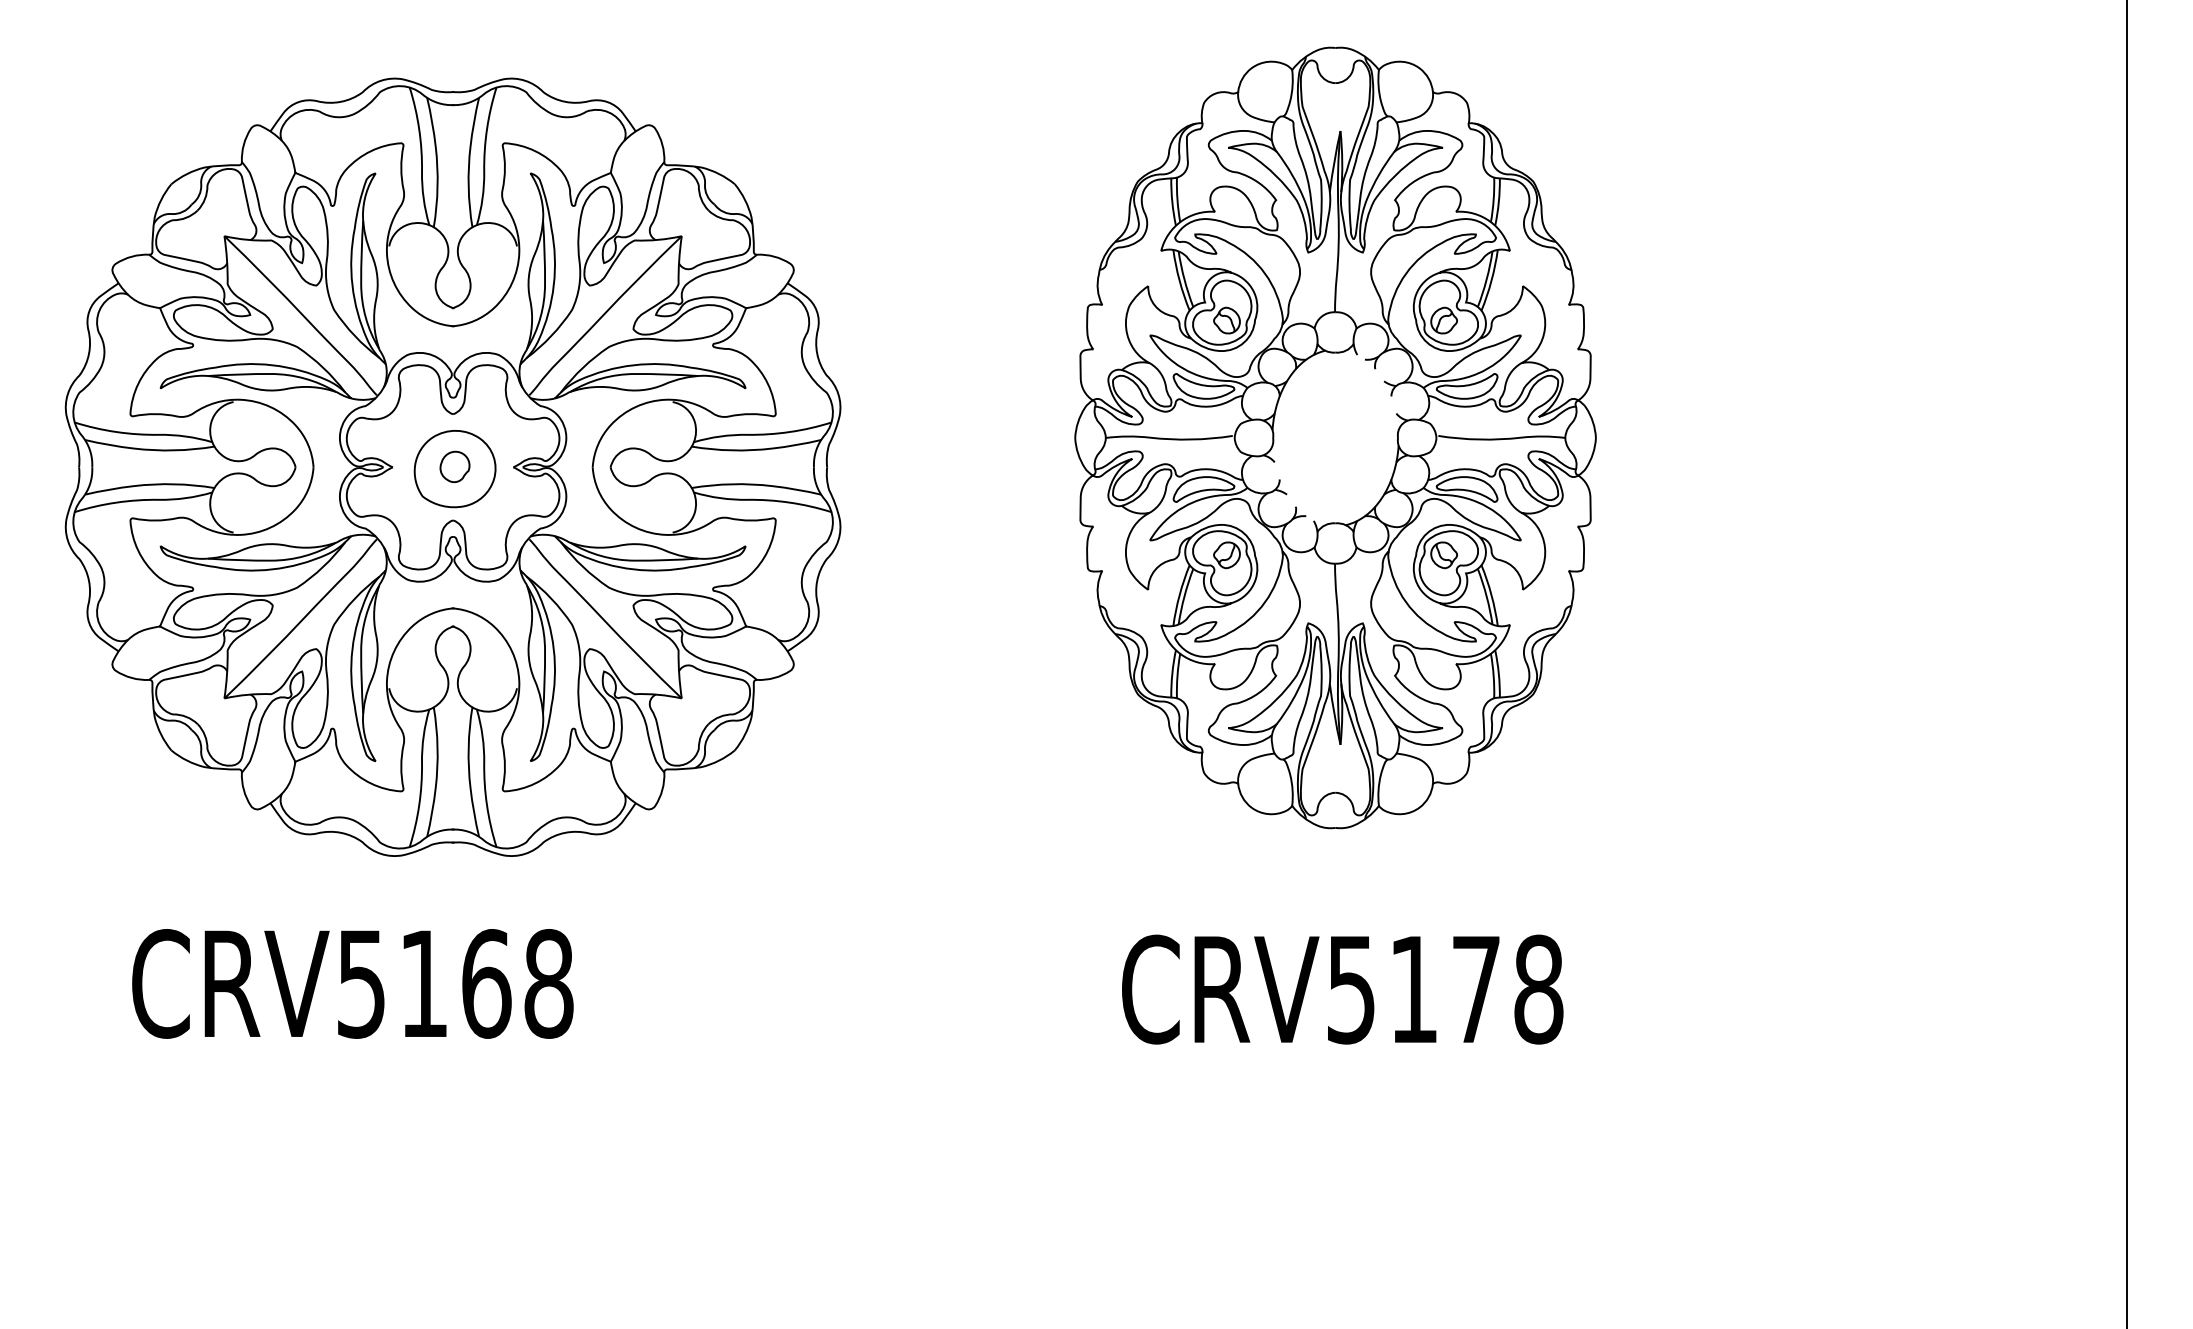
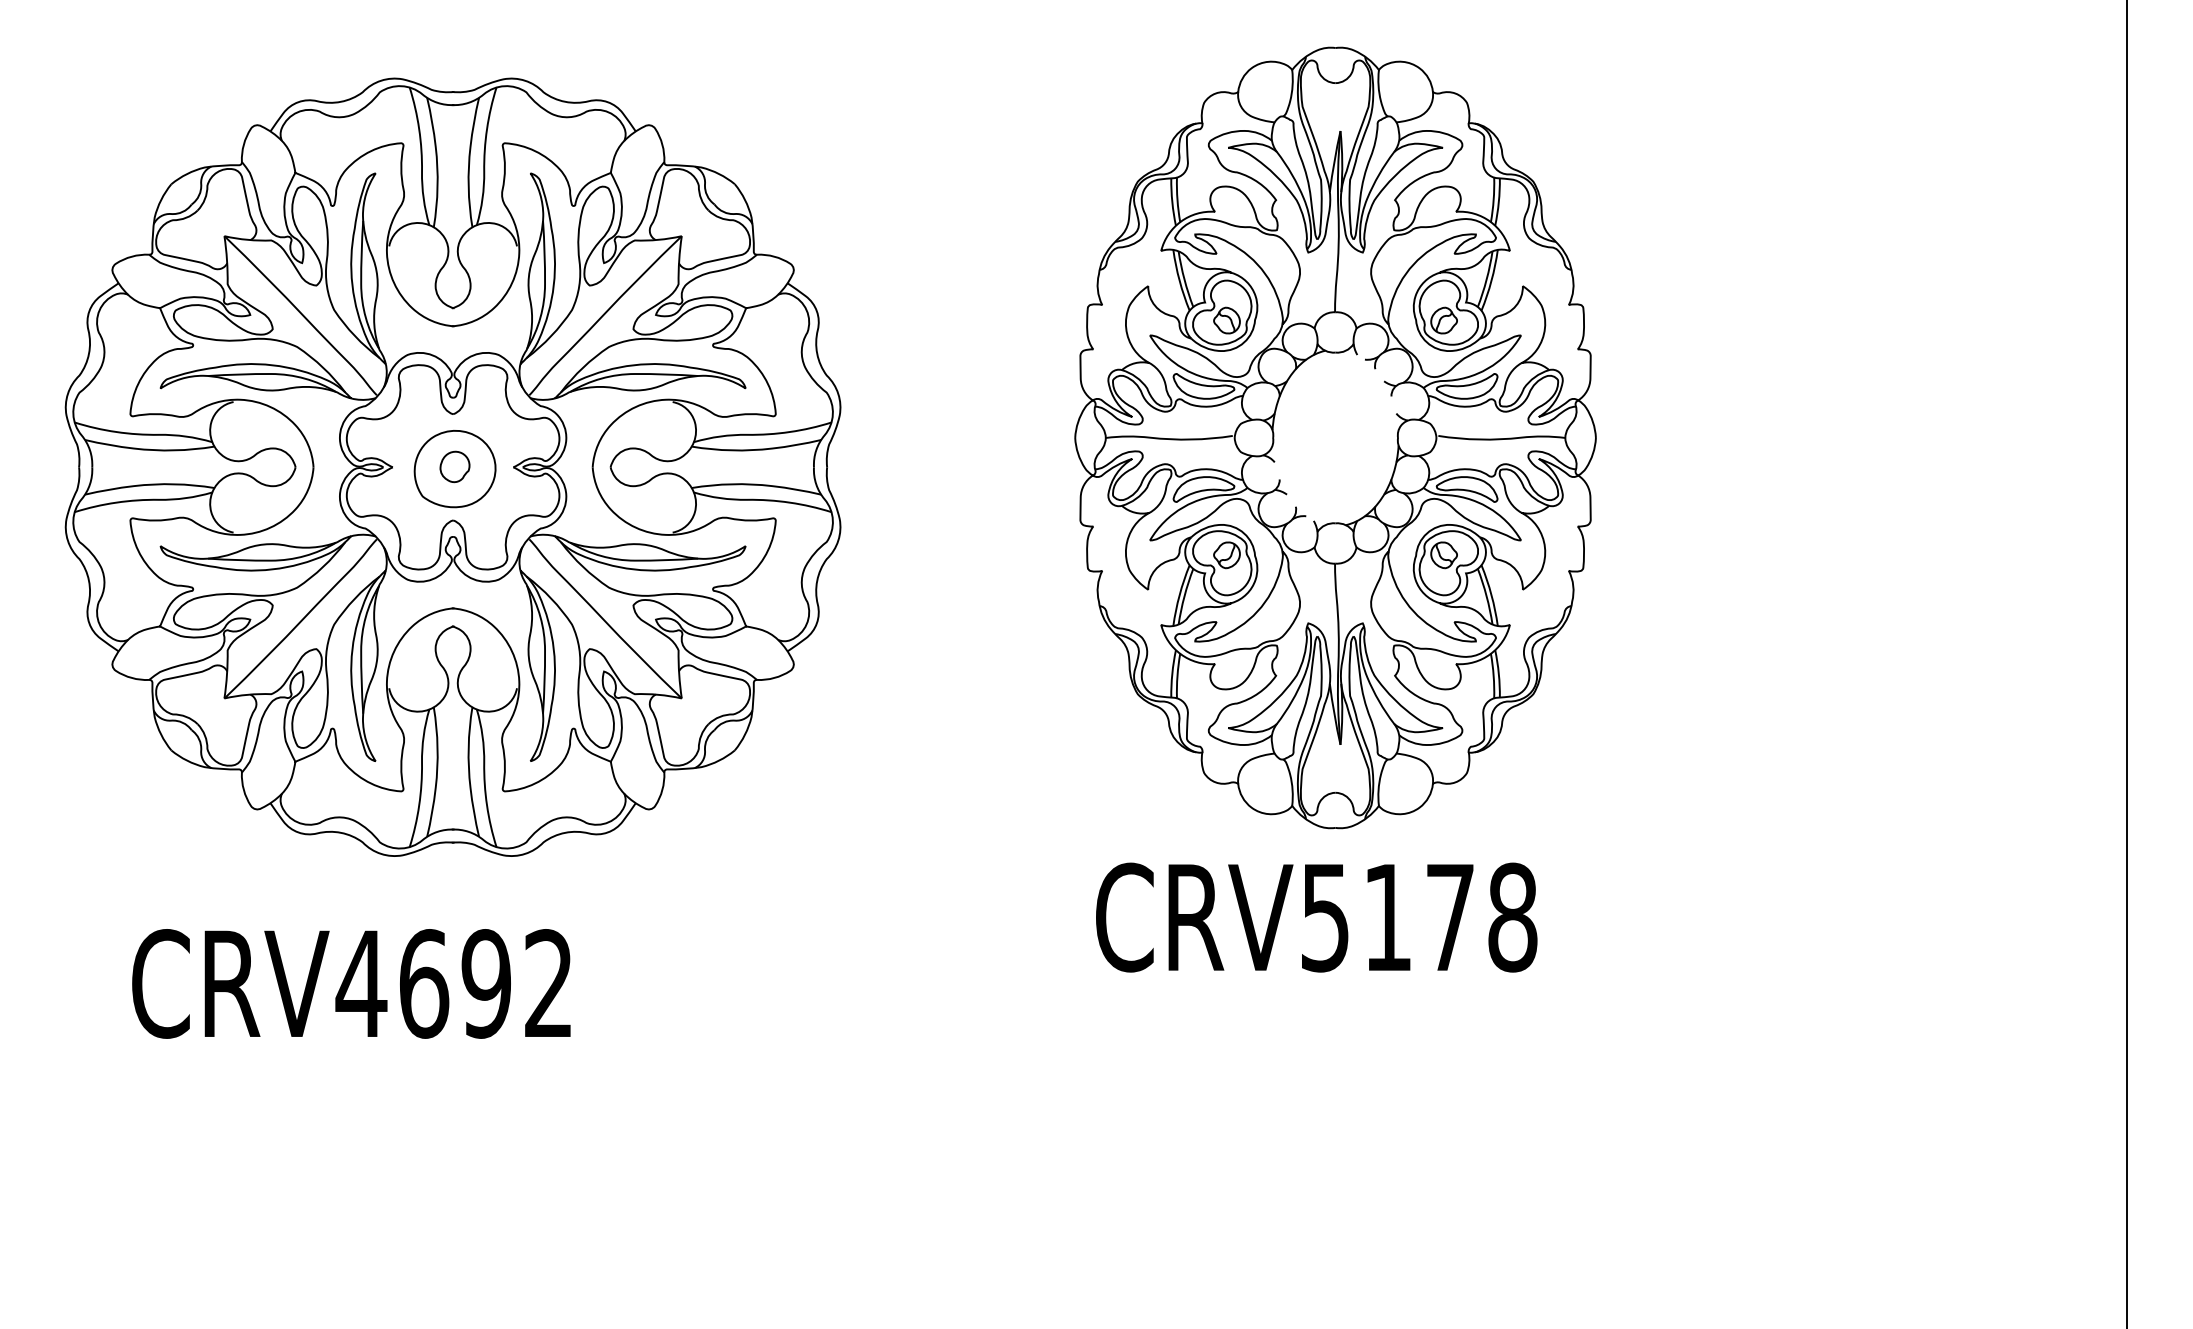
text at (454, 983): CRV5168 -> CRV4692
text at (1342, 989) position: (1342, 989) -> (1316, 917)
